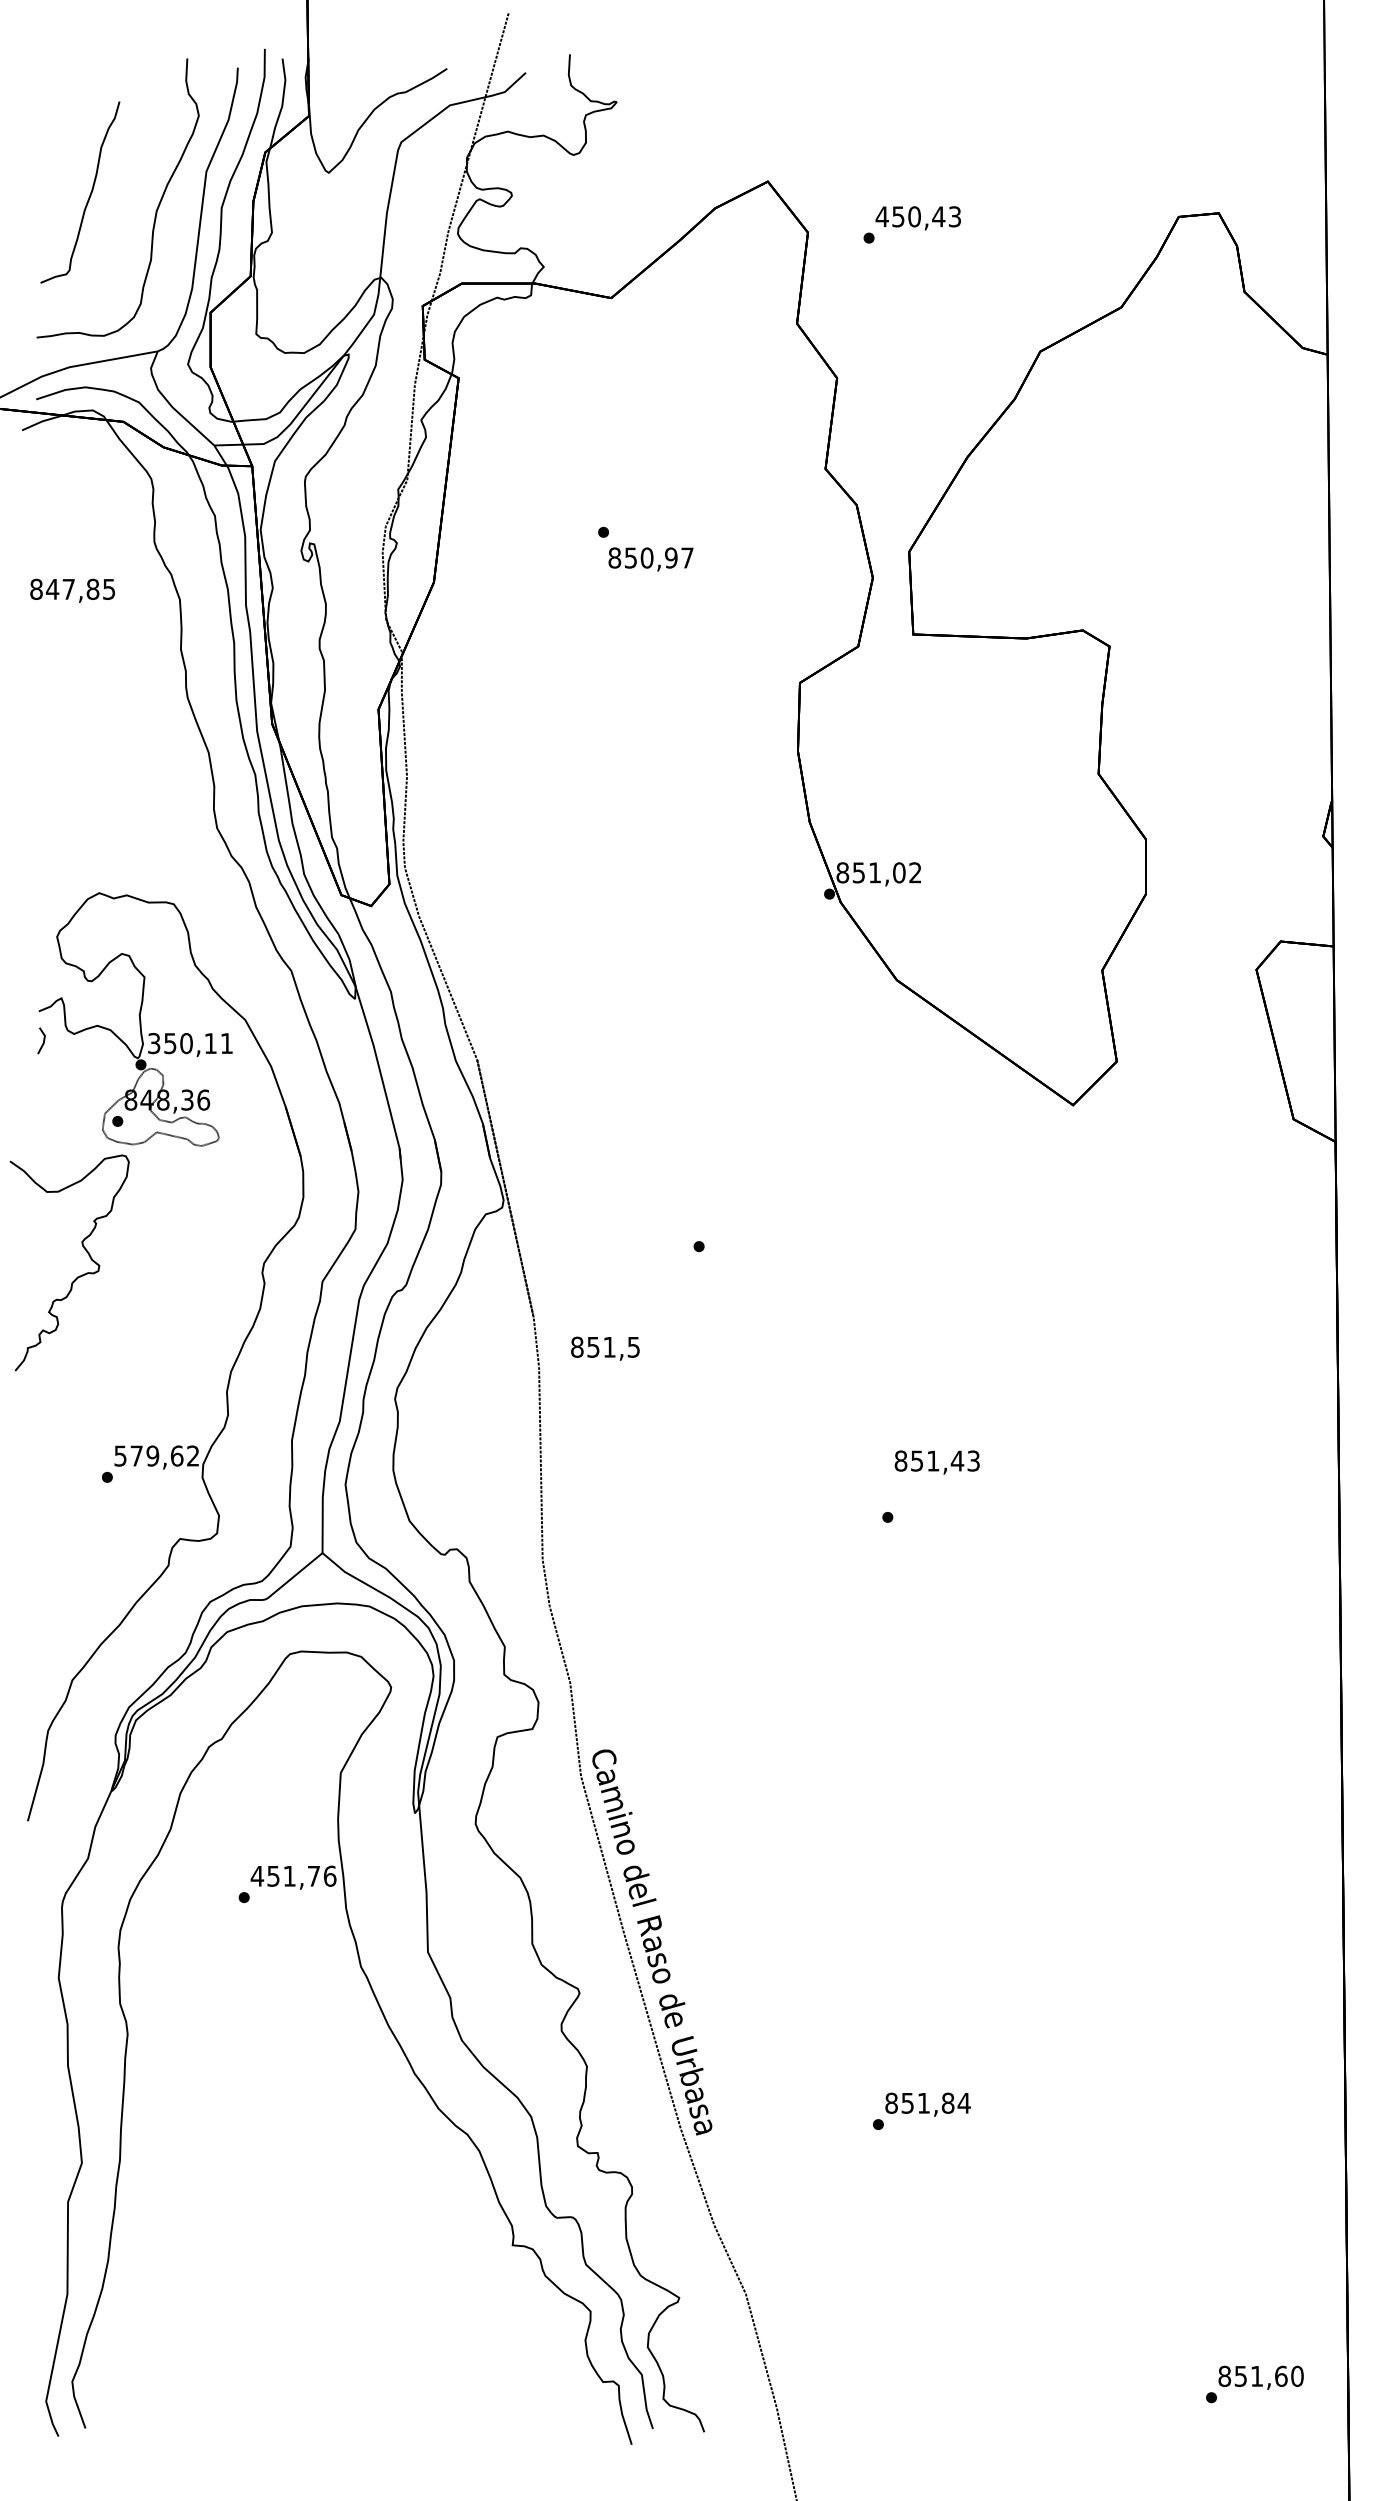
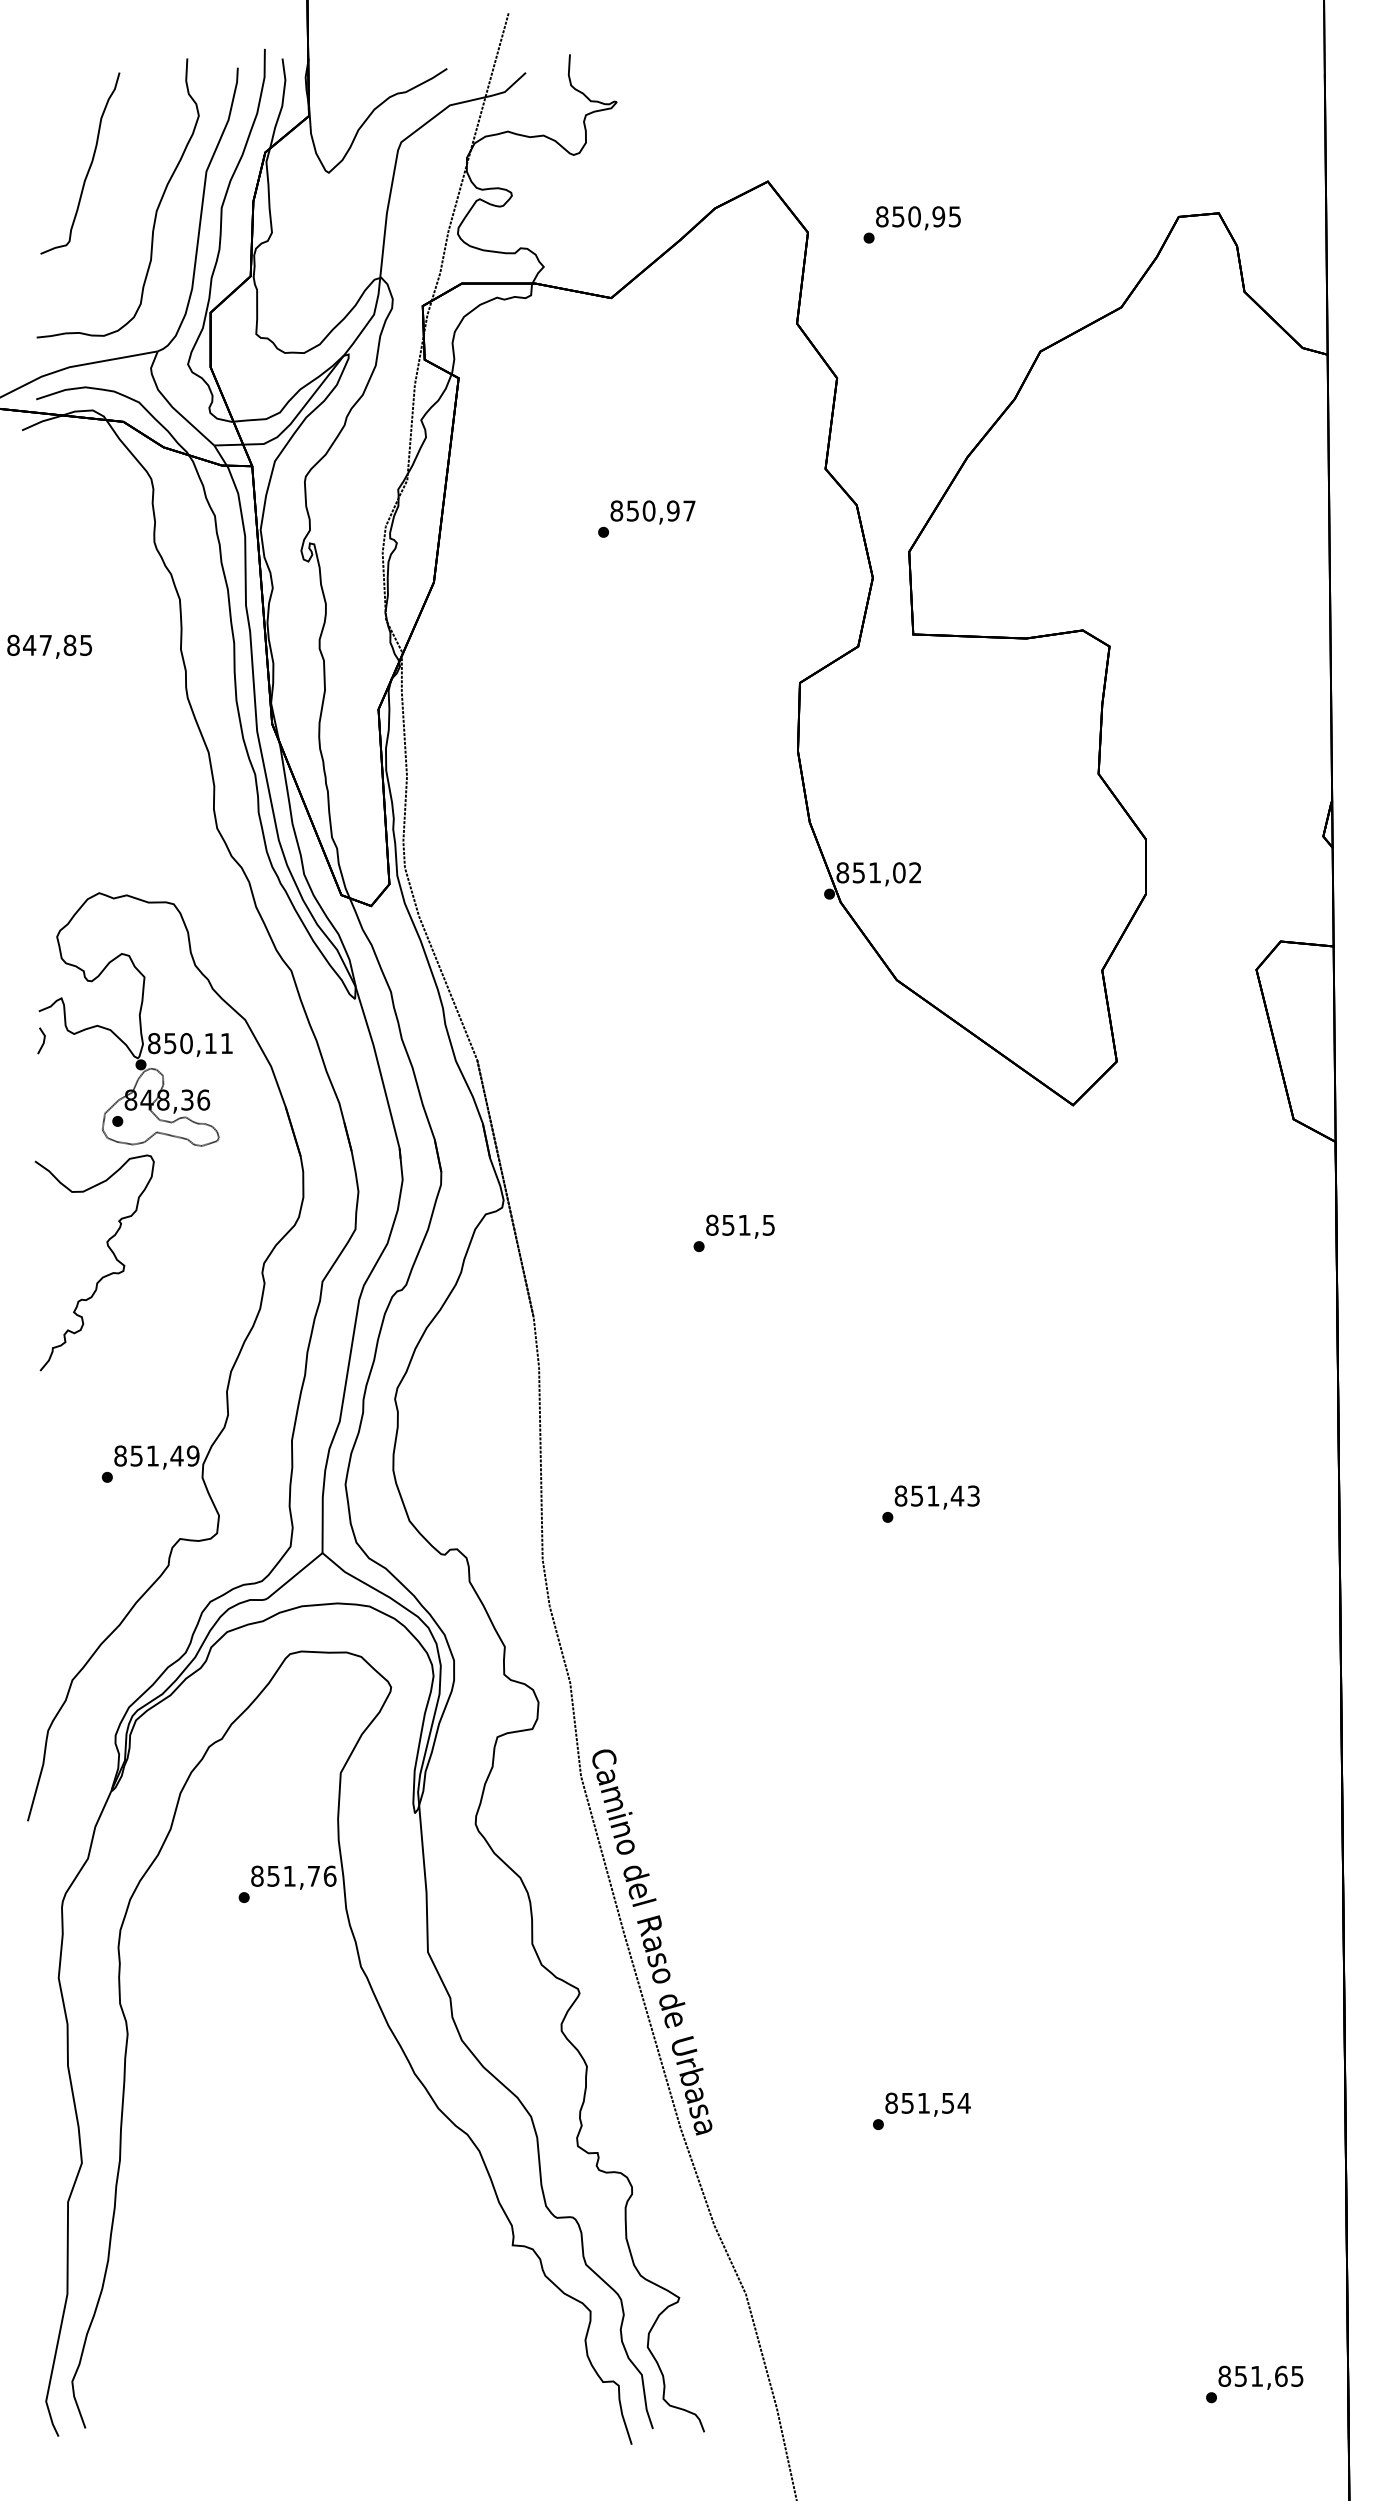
curve at (89, 194) position: (89, 194) -> (89, 165)
text at (917, 216): 450,43 -> 850,95
text at (650, 559) position: (650, 559) -> (652, 512)
text at (72, 590) position: (72, 590) -> (49, 646)
text at (154, 1043): 350,11 -> 850,11
curve at (77, 1276) position: (77, 1276) -> (102, 1276)
text at (605, 1348) position: (605, 1348) -> (740, 1226)
text at (156, 1455): 579,62 -> 851,49
text at (936, 1462) position: (936, 1462) -> (936, 1497)
text at (257, 1875): 451,76 -> 851,76
text at (947, 2102): 851,84 -> 851,54
text at (1297, 2375): 851,60 -> 851,65
